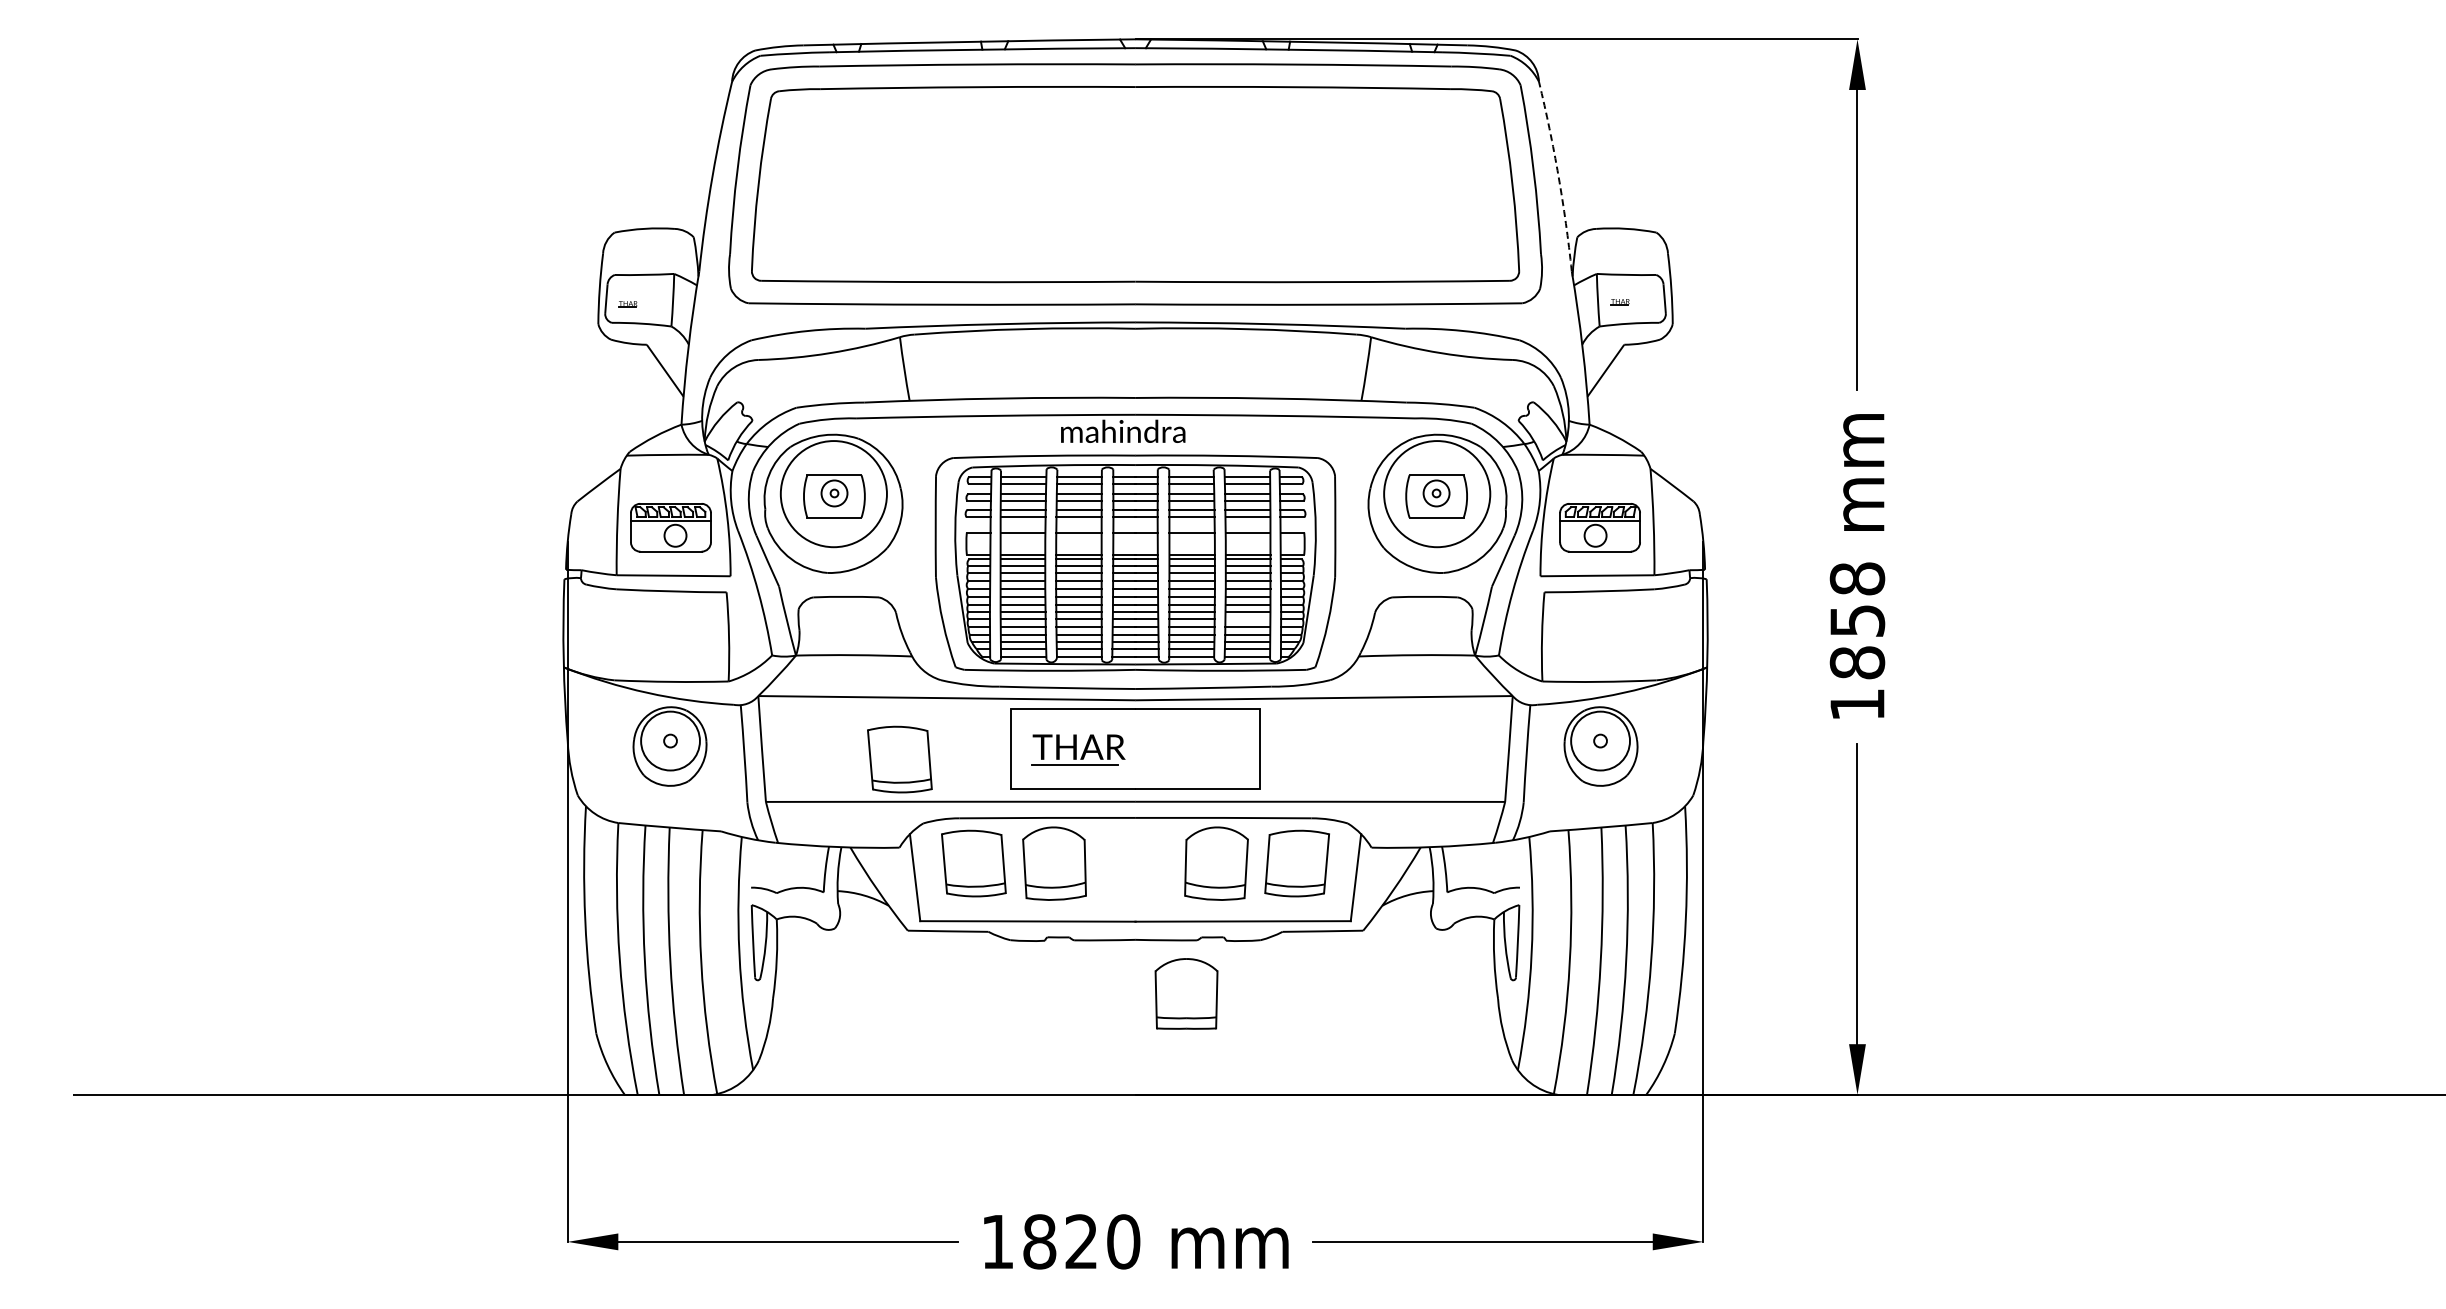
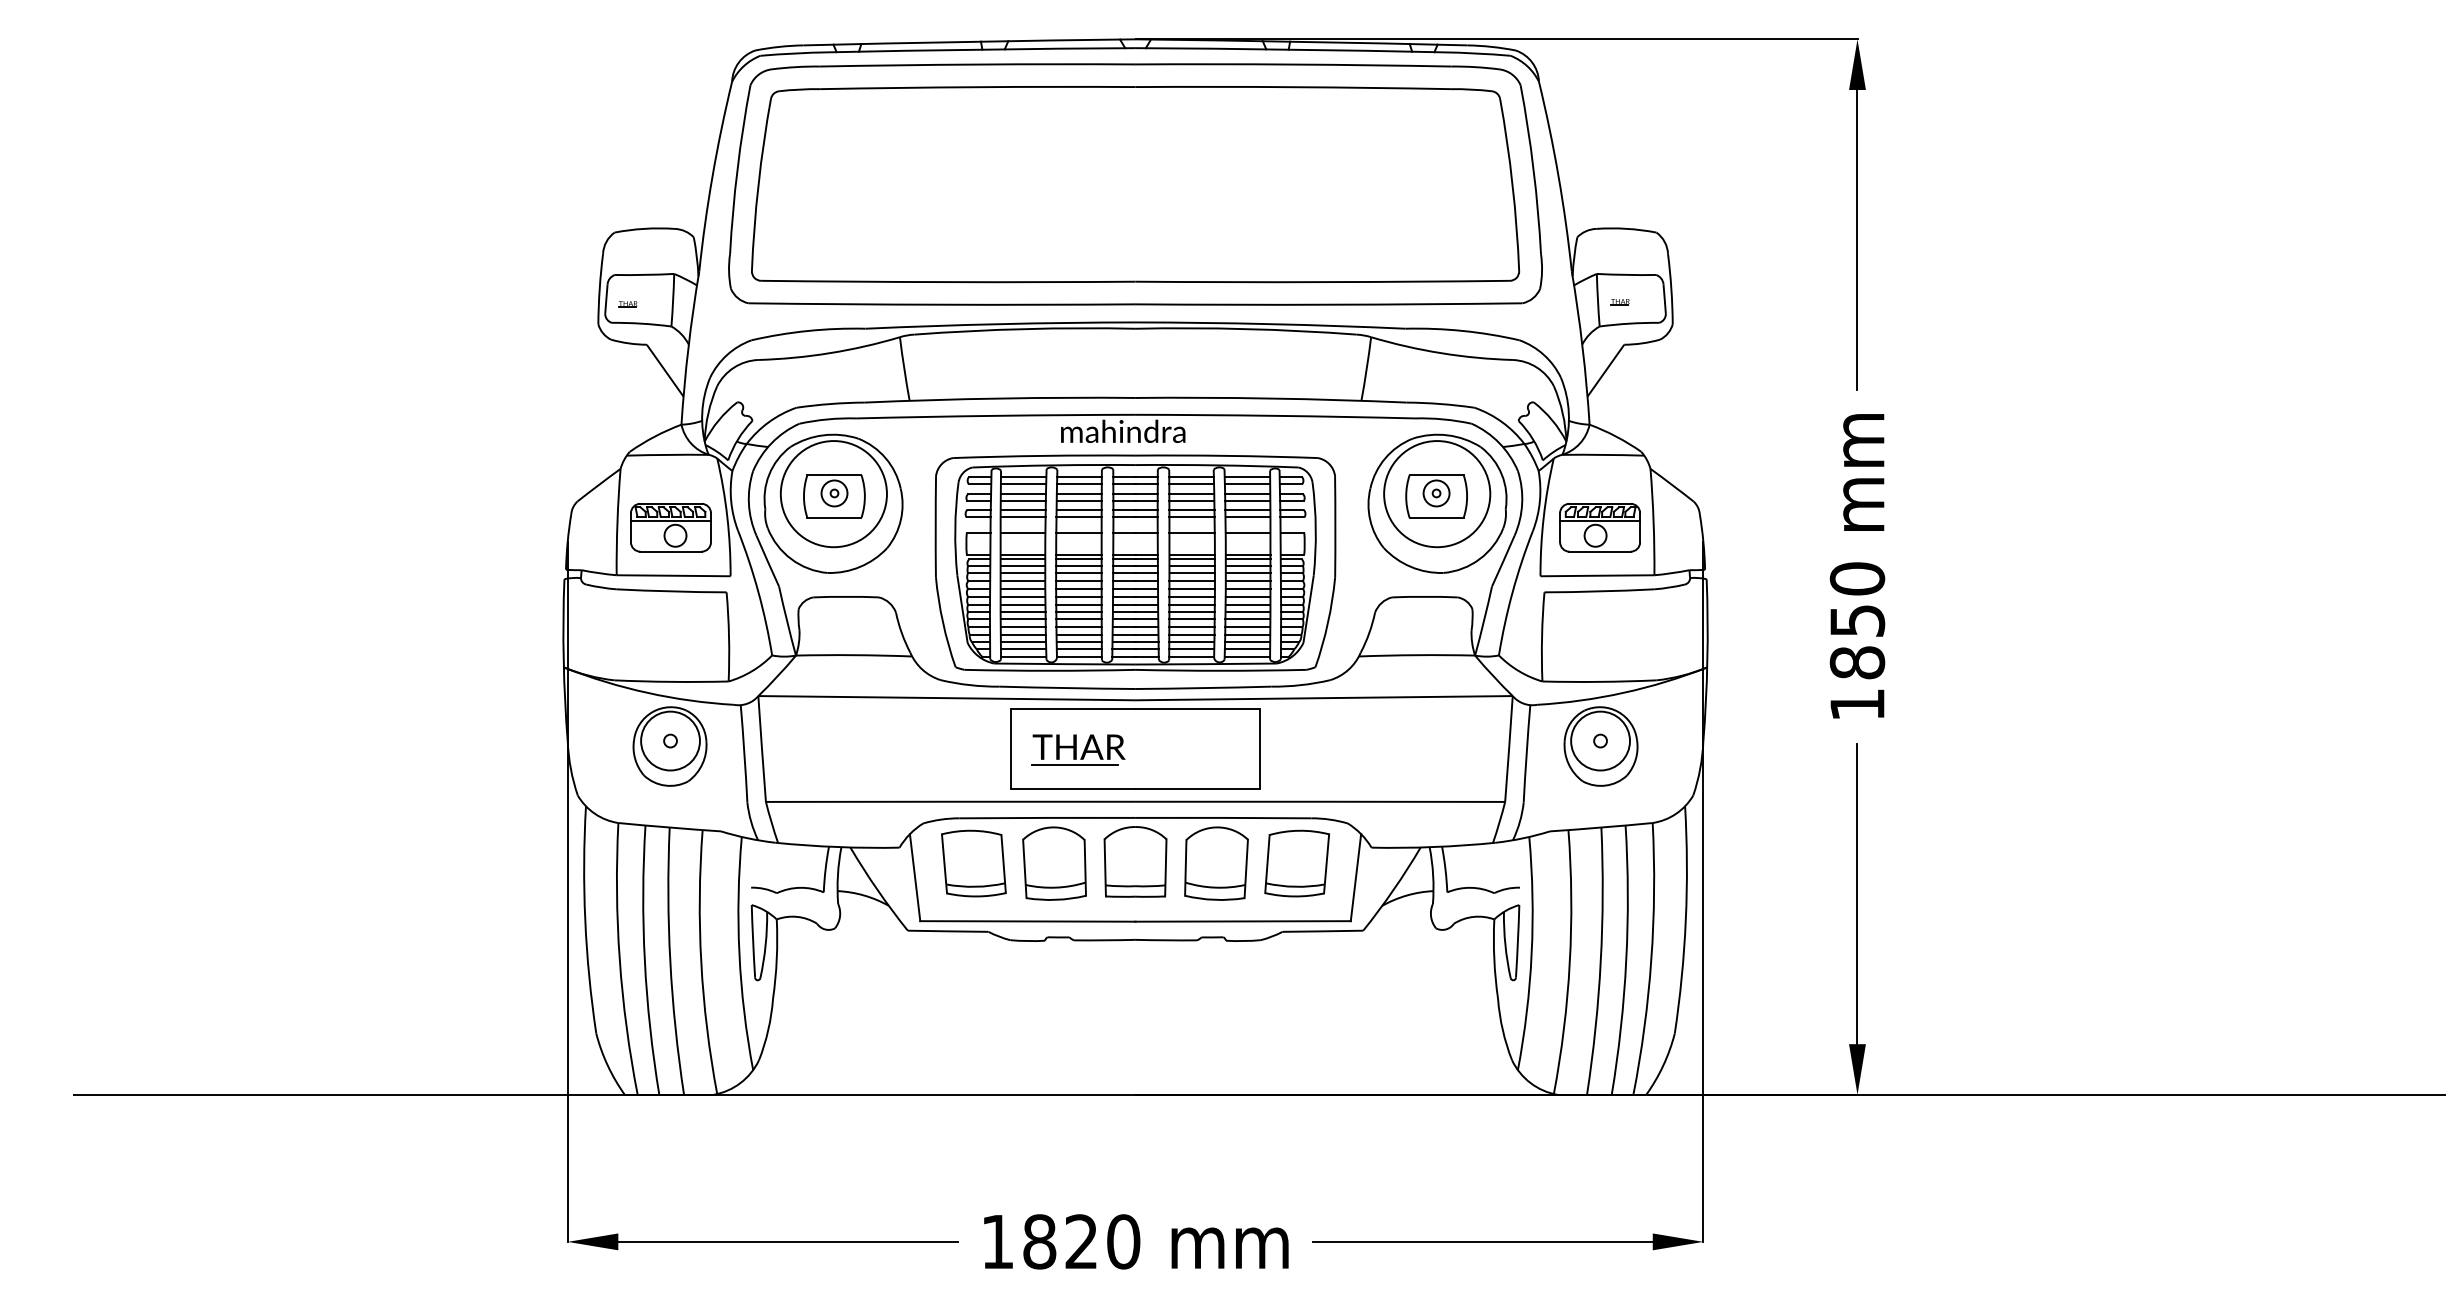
arc at (1558, 176): dashed -> solid
text at (1857, 578): 1858 -> 1850
line at (1247, 619): none -> present
part at (899, 759): present -> none
part at (1186, 993) position: (1186, 993) -> (1135, 861)
